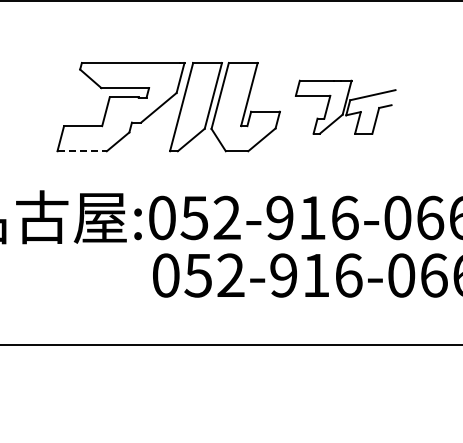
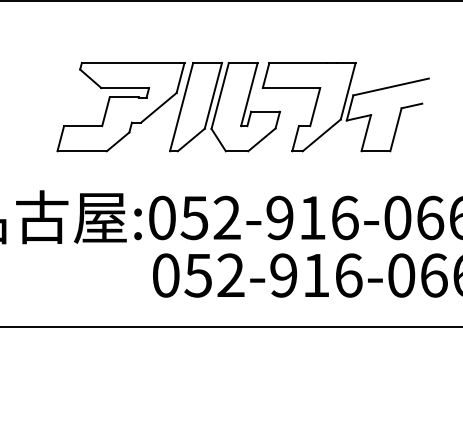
part at (345, 106) size: 103x56 px -> 169x91 px
line at (82, 151): dashed -> solid
line at (230, 345) position: (230, 345) -> (230, 327)
